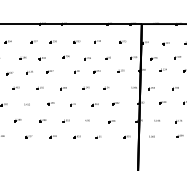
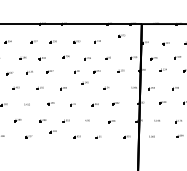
part at (122, 41) position: (122, 41) -> (121, 35)
part at (85, 87) position: (85, 87) -> (84, 82)
part at (52, 136) position: (52, 136) -> (52, 131)
